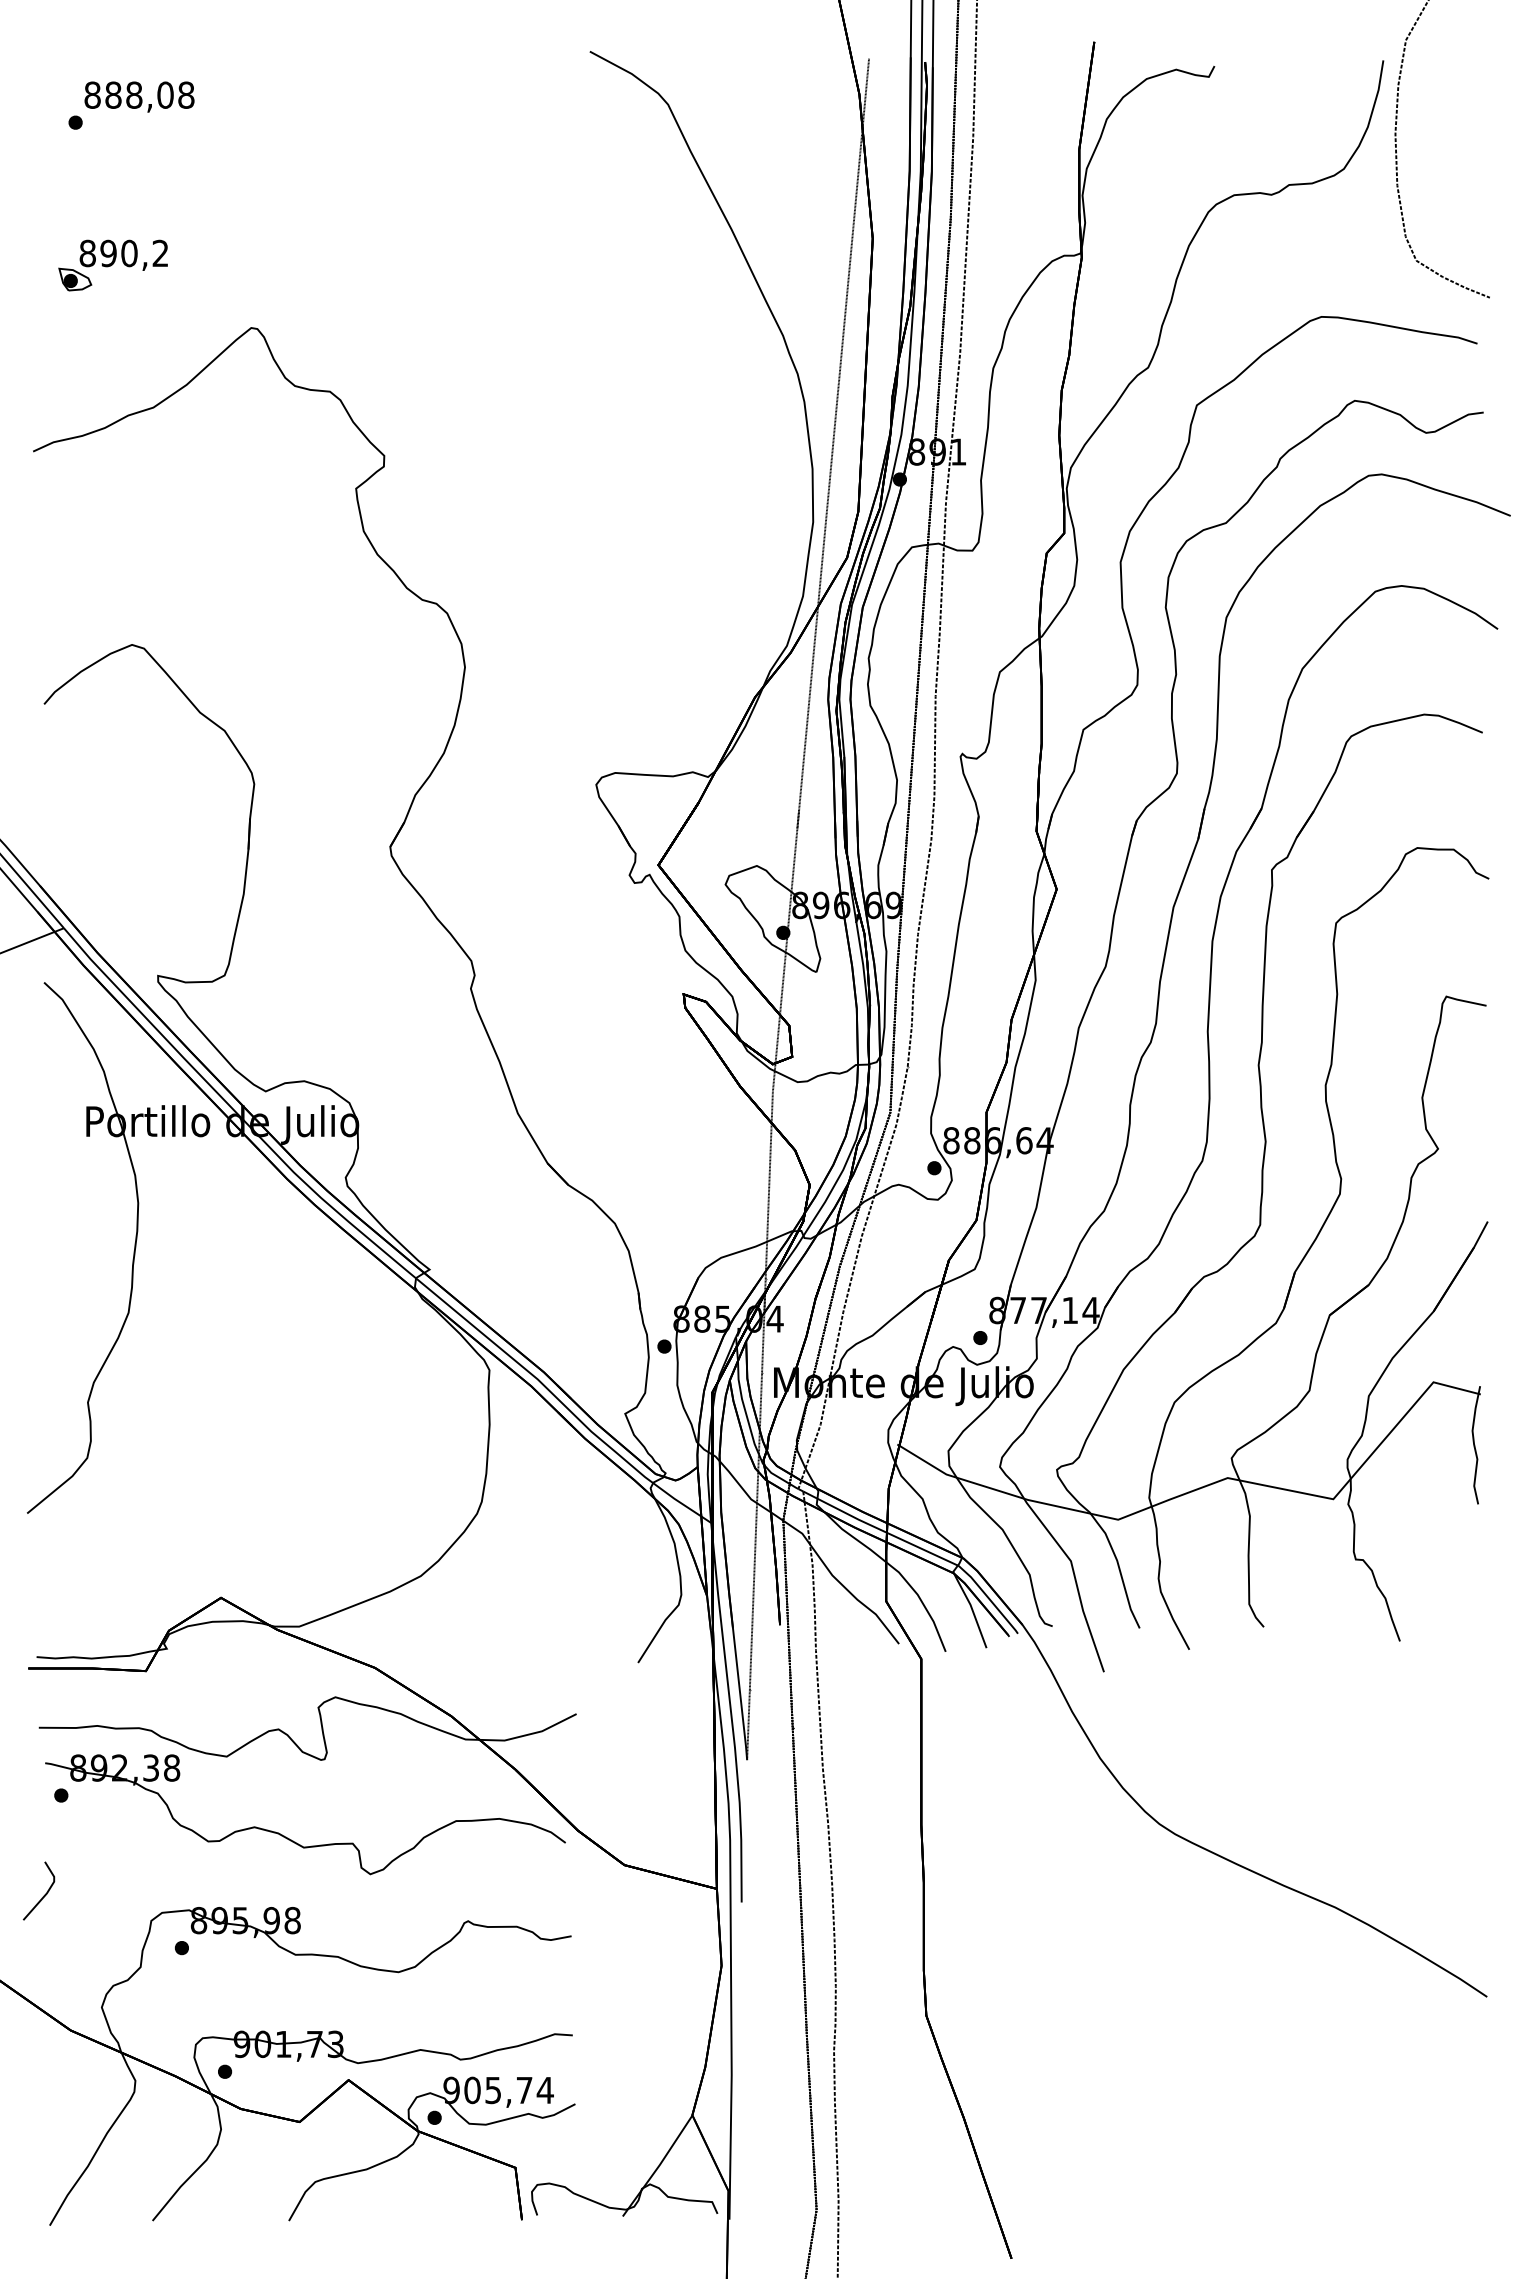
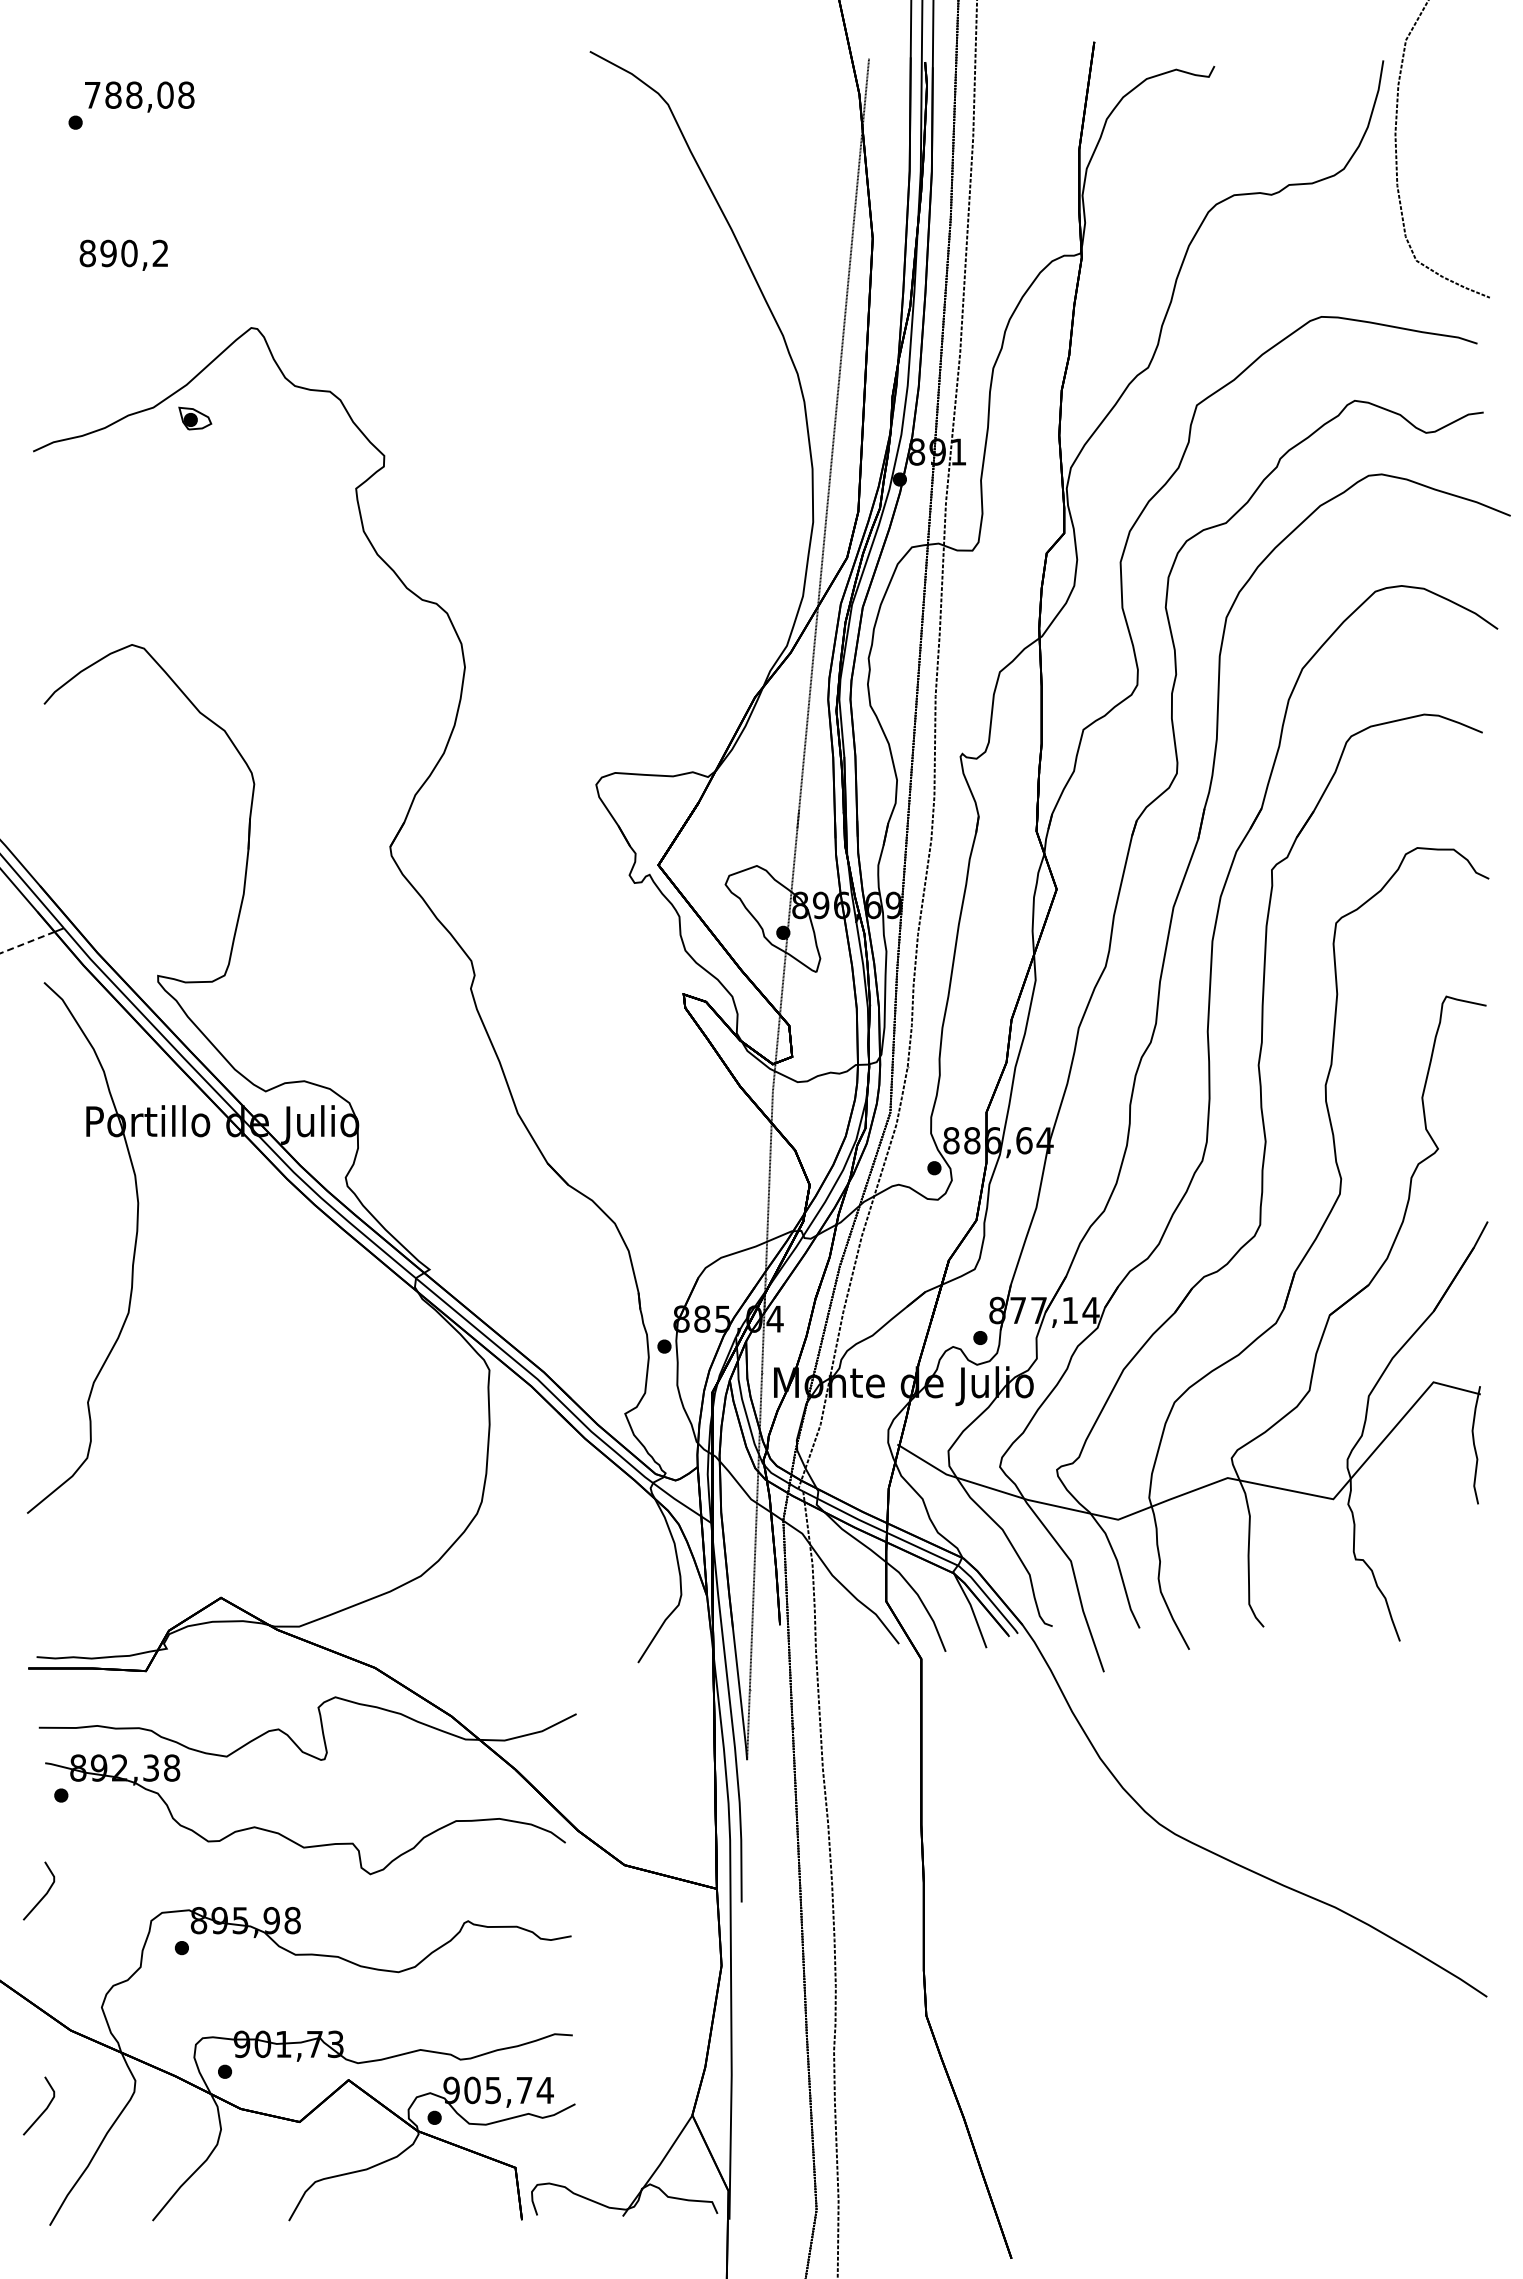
text at (92, 94): 888,08 -> 788,08
part at (75, 279) position: (75, 279) -> (195, 418)
line at (27, 942): solid -> dashed
line at (43, 2110): none -> present
